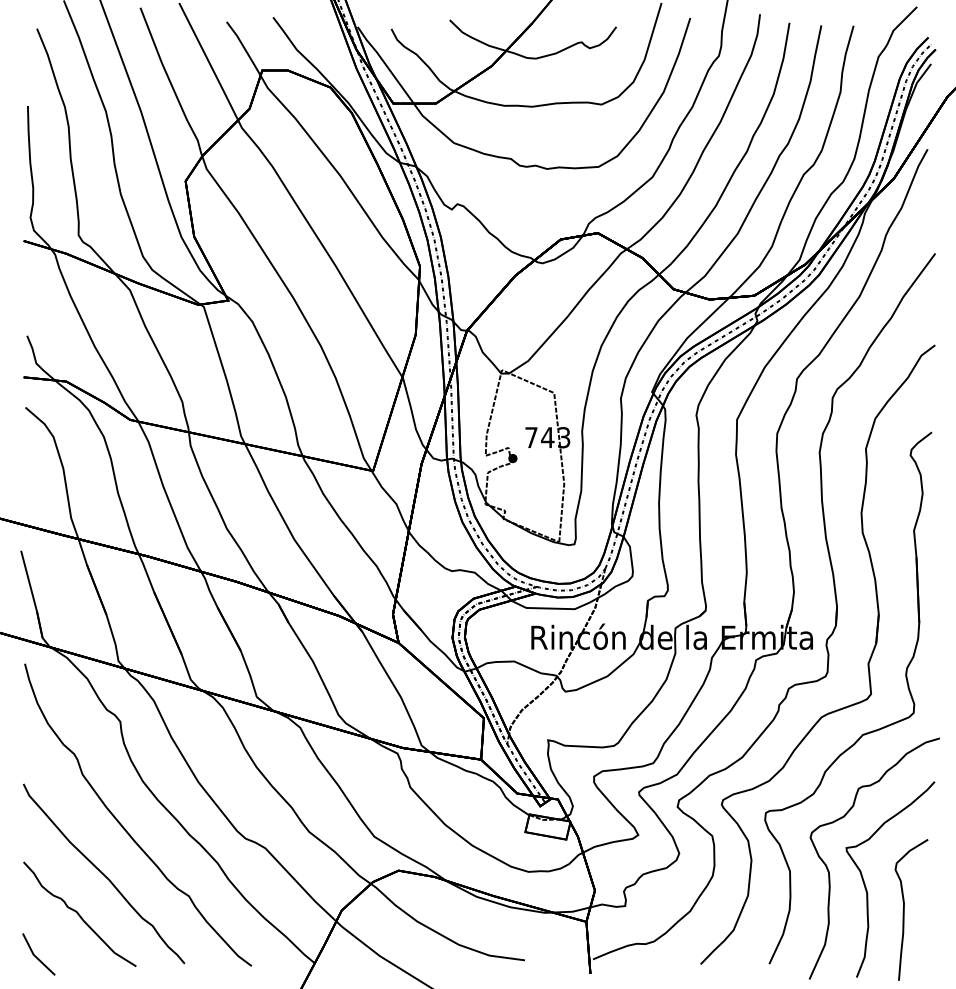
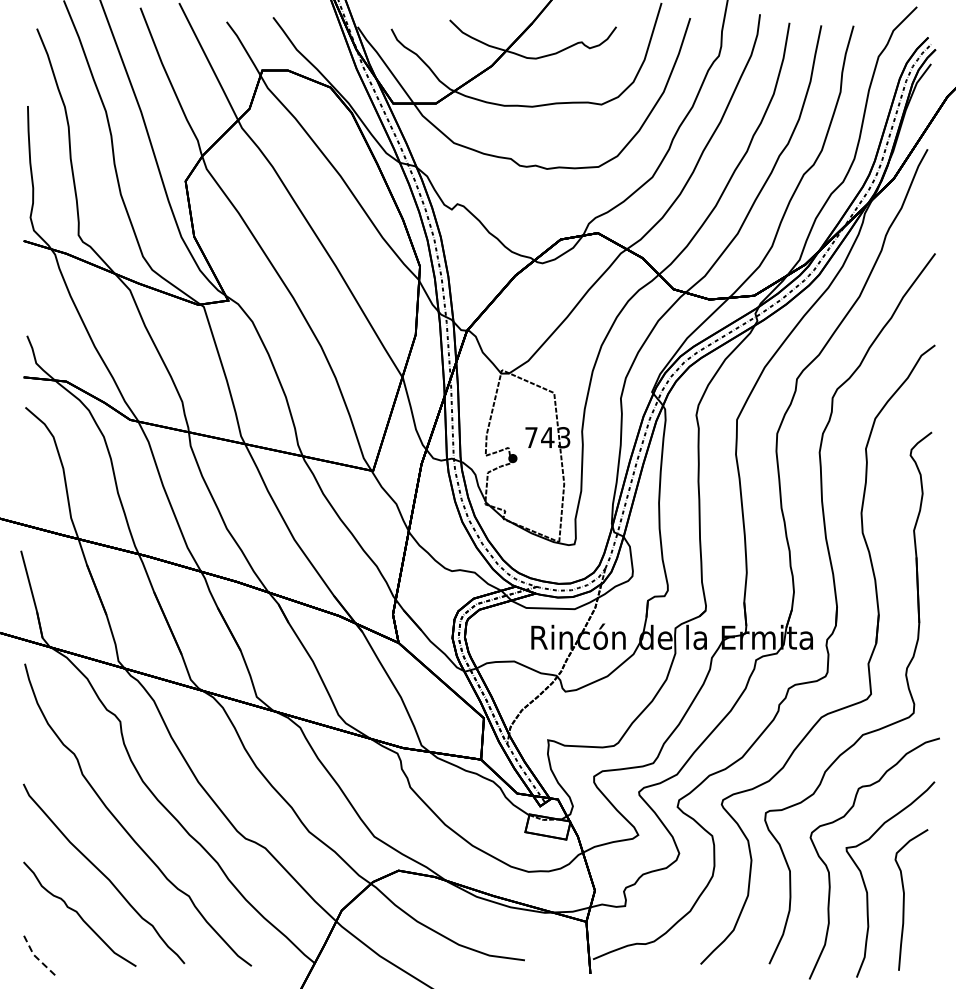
curve at (904, 909) position: (904, 909) -> (904, 899)
line at (35, 956): solid -> dashed
